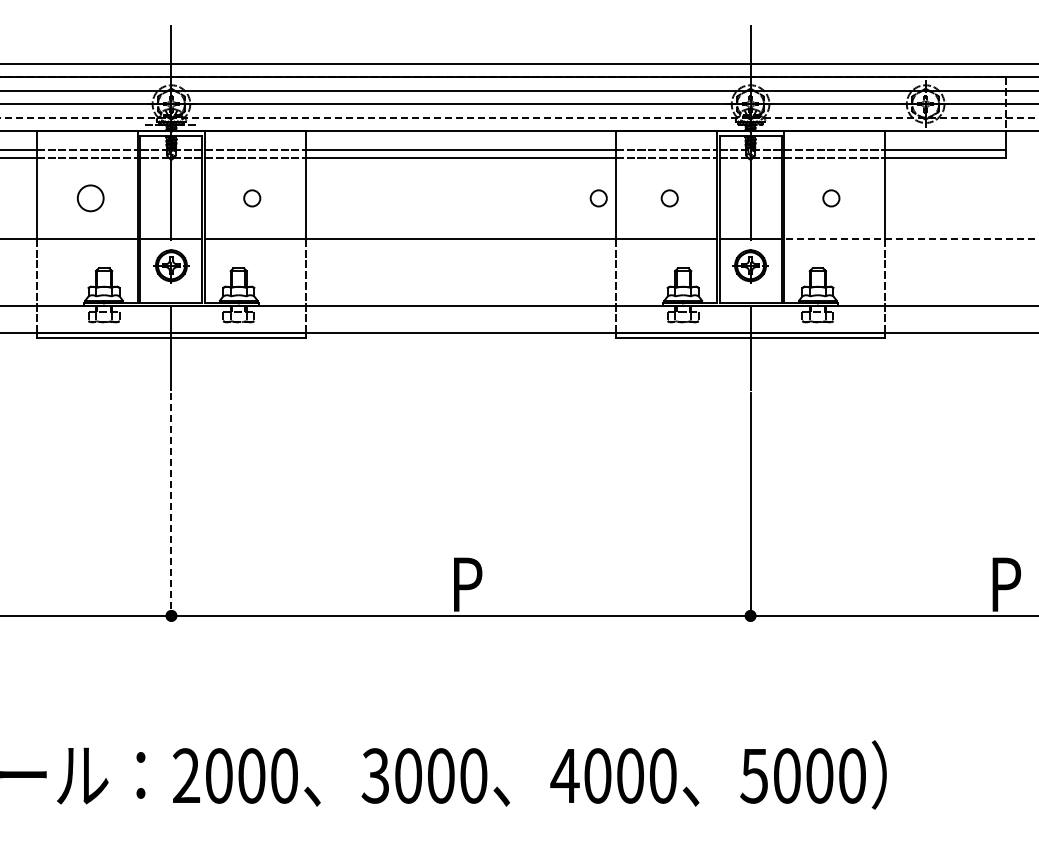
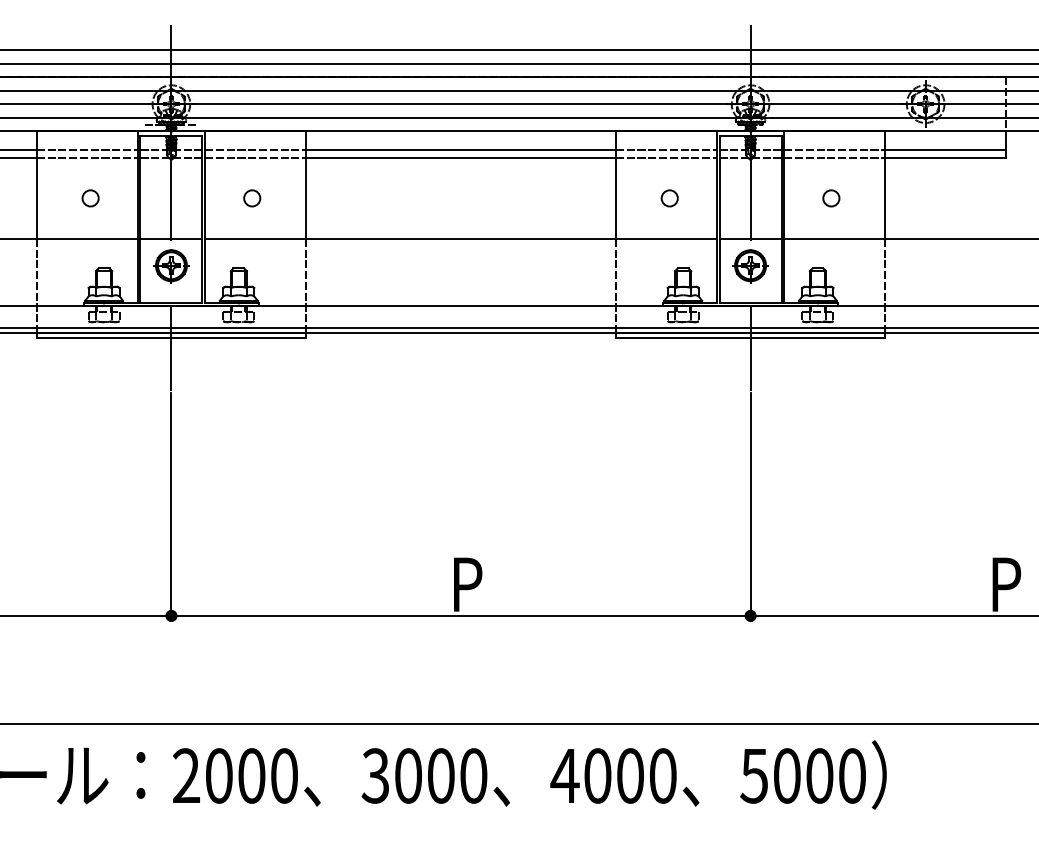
line at (518, 50): none -> present
line at (519, 117): dashed -> solid
circle at (90, 198) size: 29x29 px -> 19x19 px
circle at (598, 198): present -> none
line at (910, 238): dashed -> solid
line at (518, 327): none -> present
line at (171, 506): dashed -> solid
line at (518, 723): none -> present
